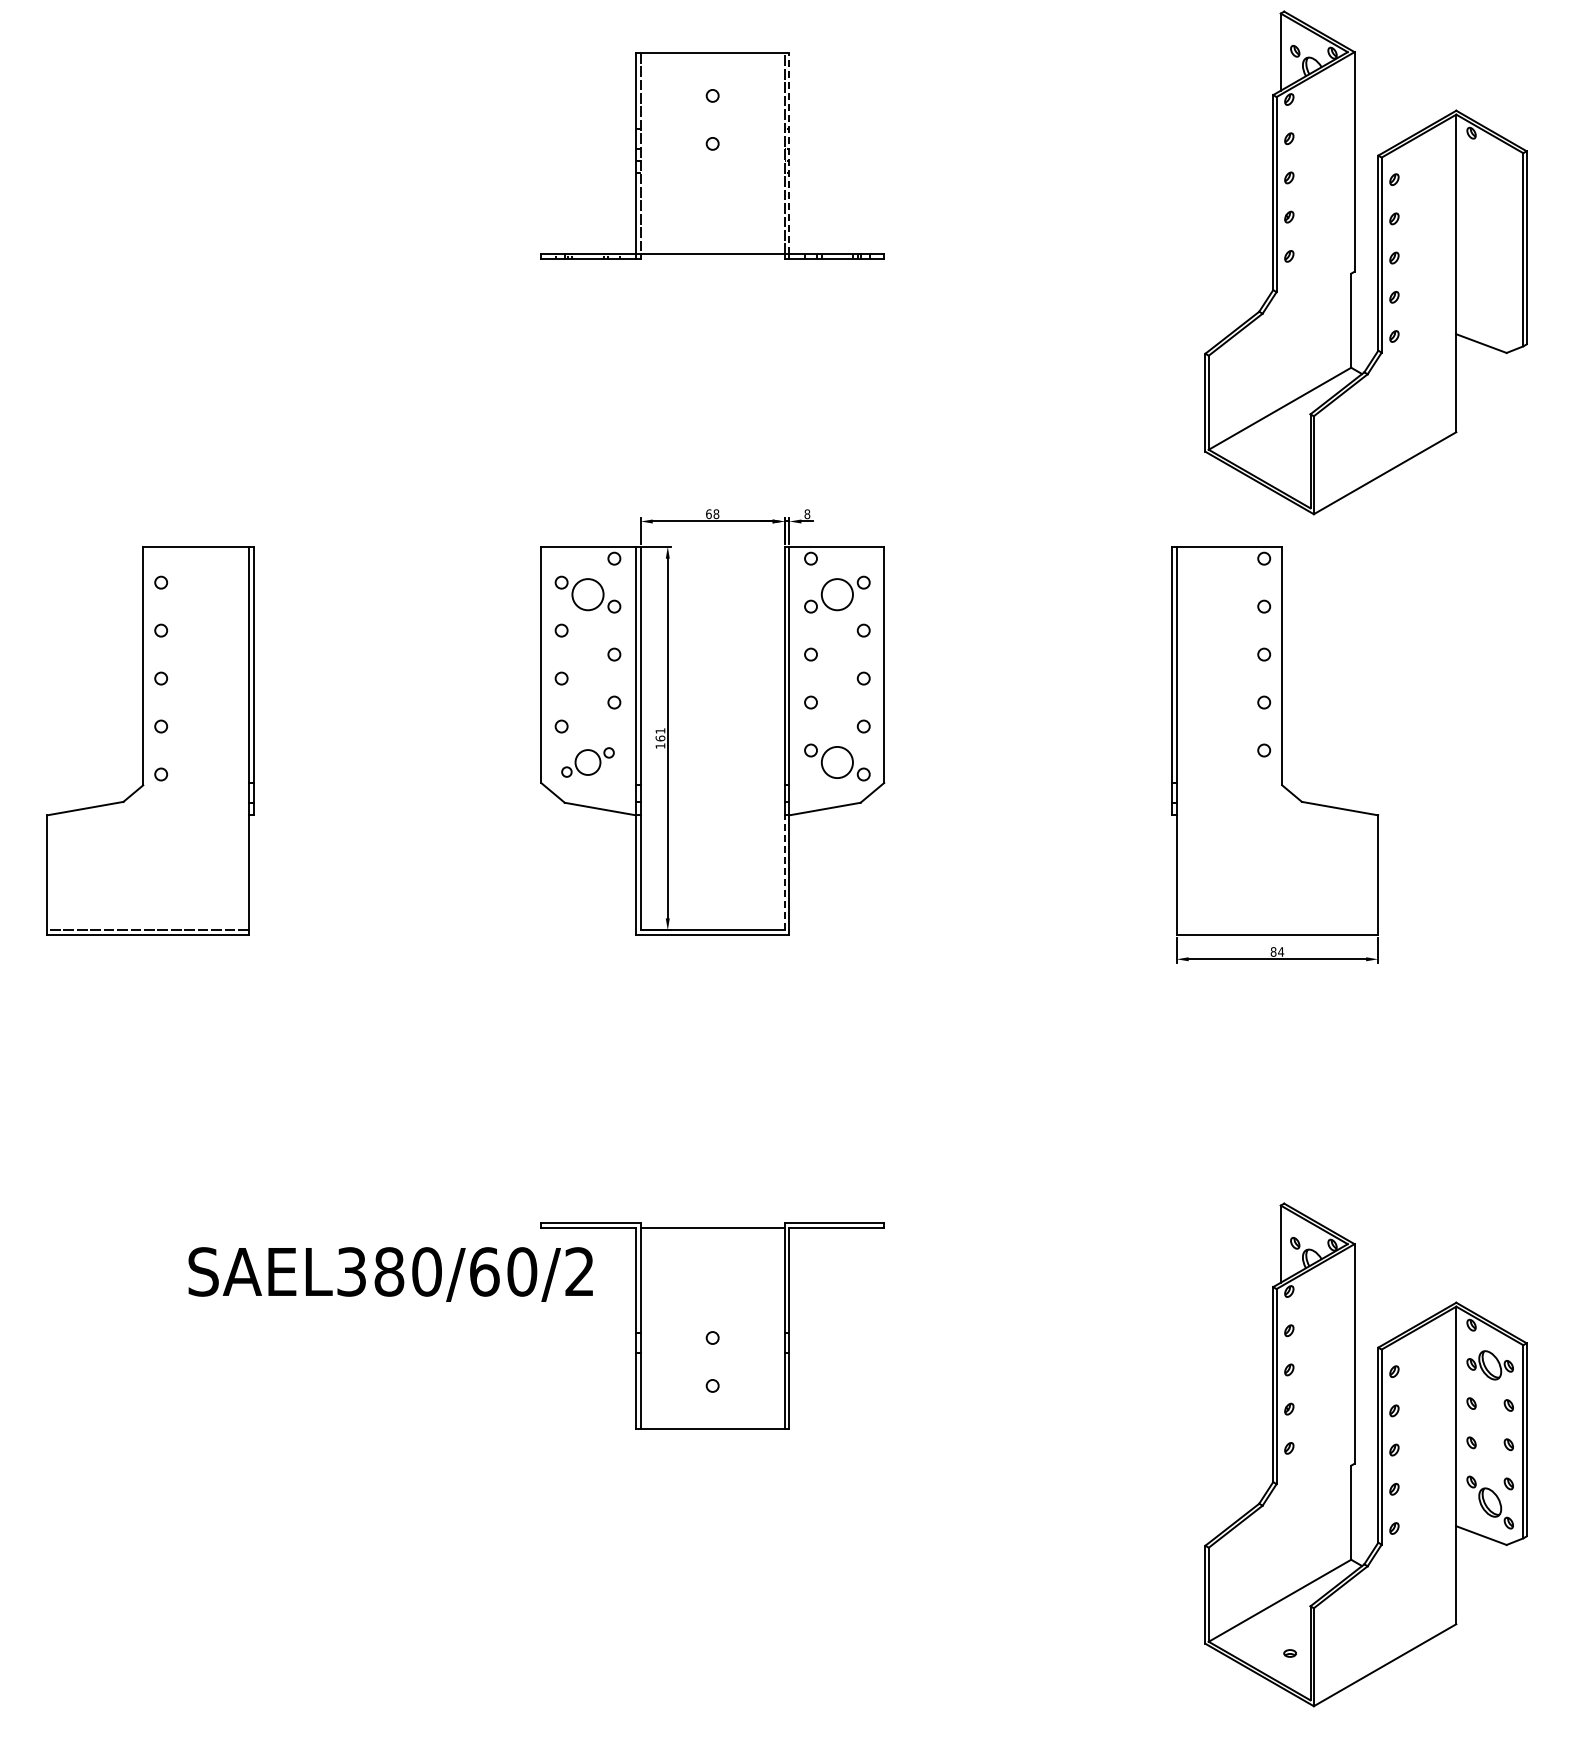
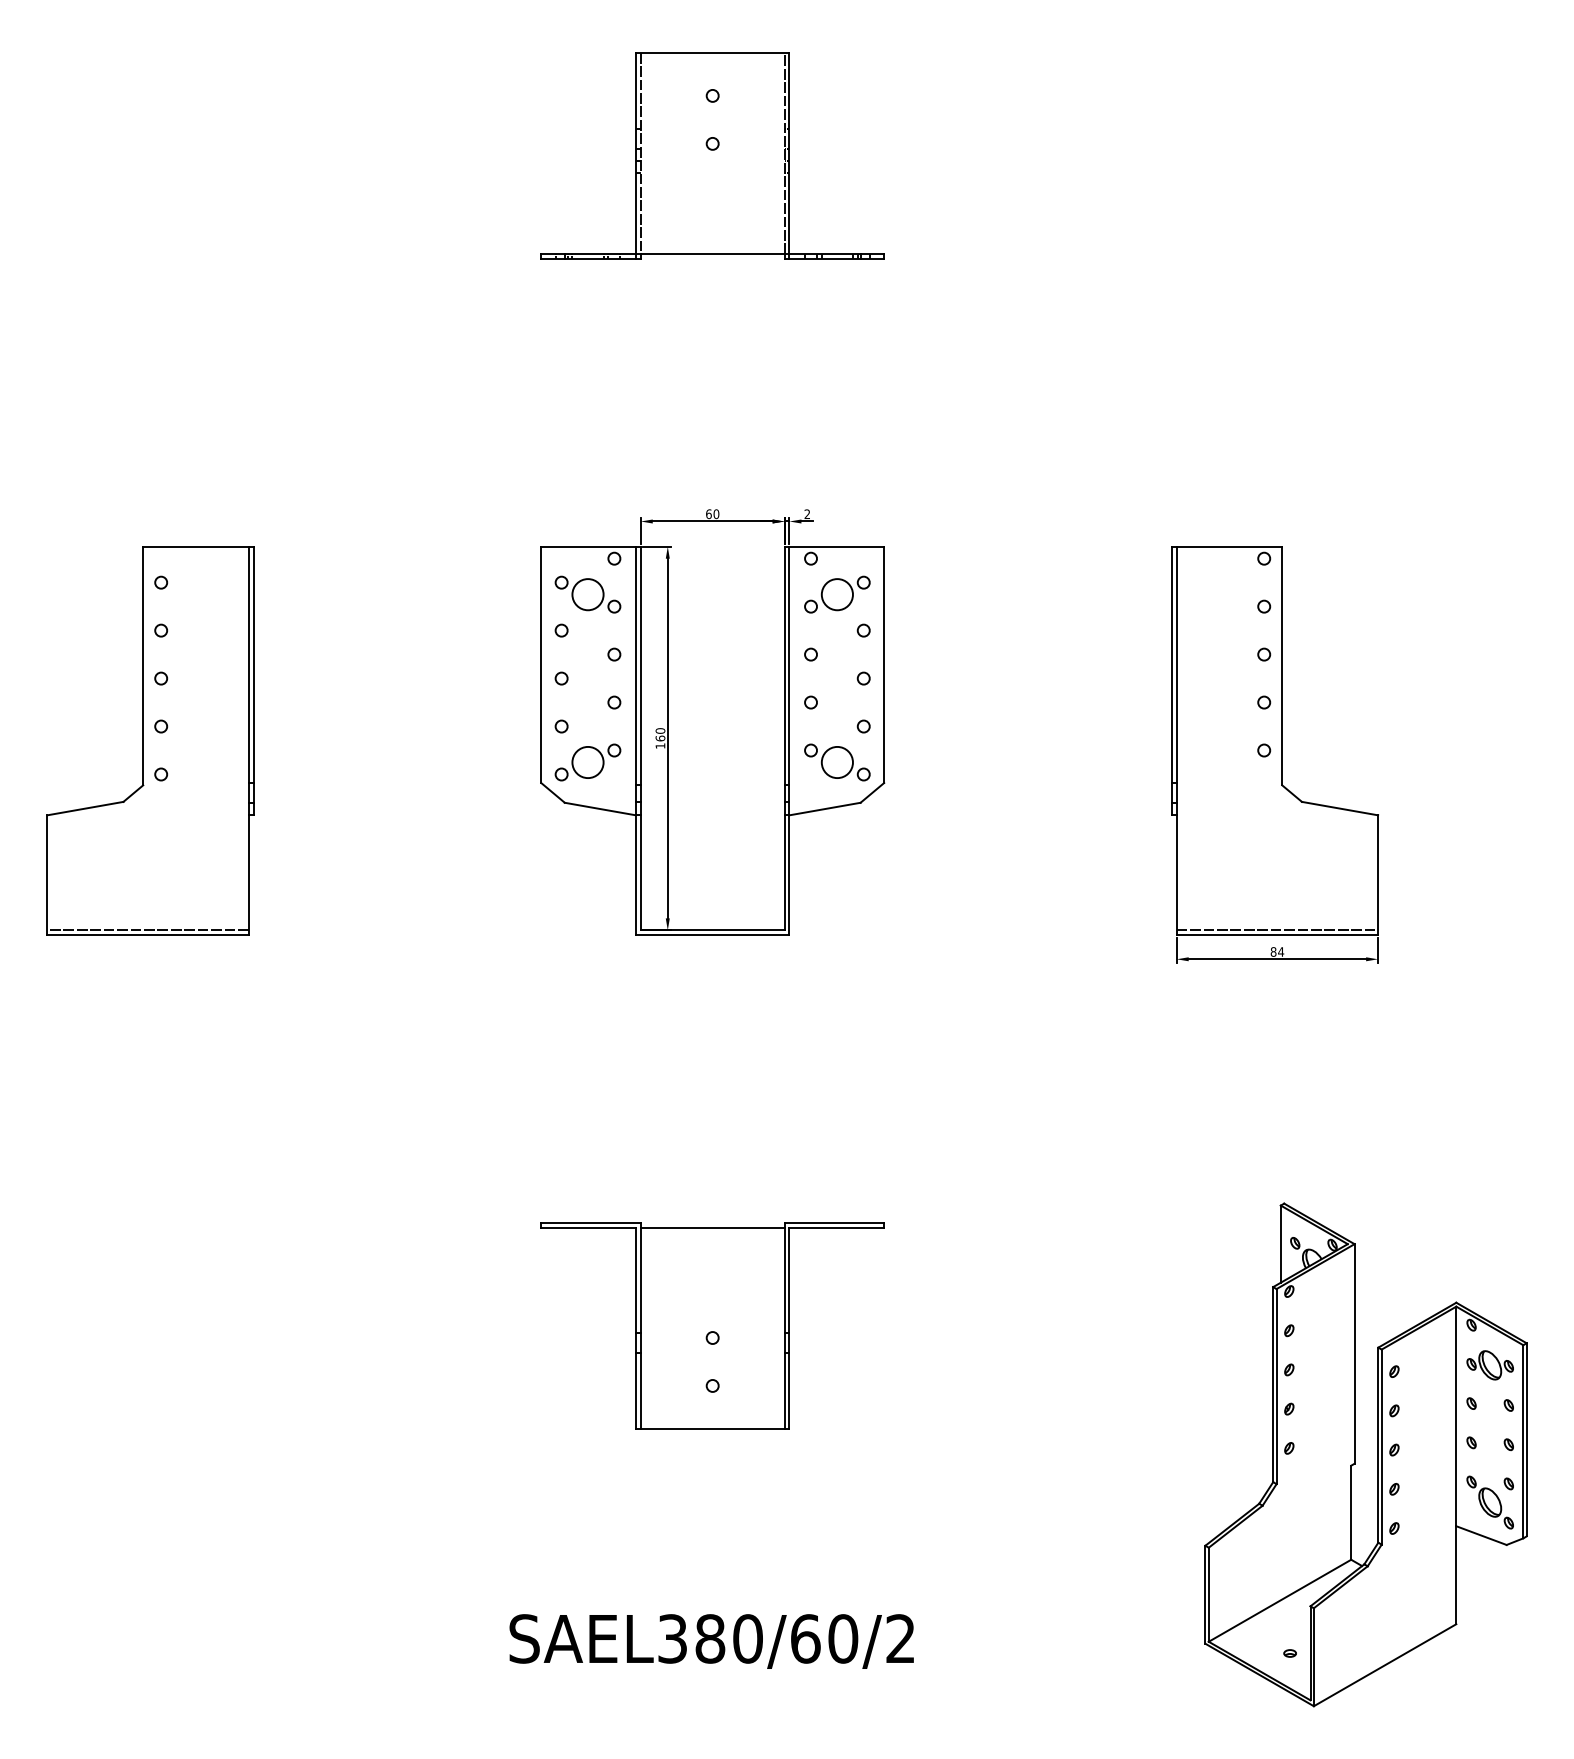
line at (789, 153): dashed -> solid
part at (1355, 262): present -> none
text at (716, 513): 68 -> 60
text at (807, 514): 8 -> 2
text at (660, 730): 161 -> 160
part at (587, 762) size: 54x31 px -> 68x39 px
line at (784, 872): dashed -> solid
line at (1277, 930): none -> present
text at (390, 1274) position: (390, 1274) -> (711, 1641)
